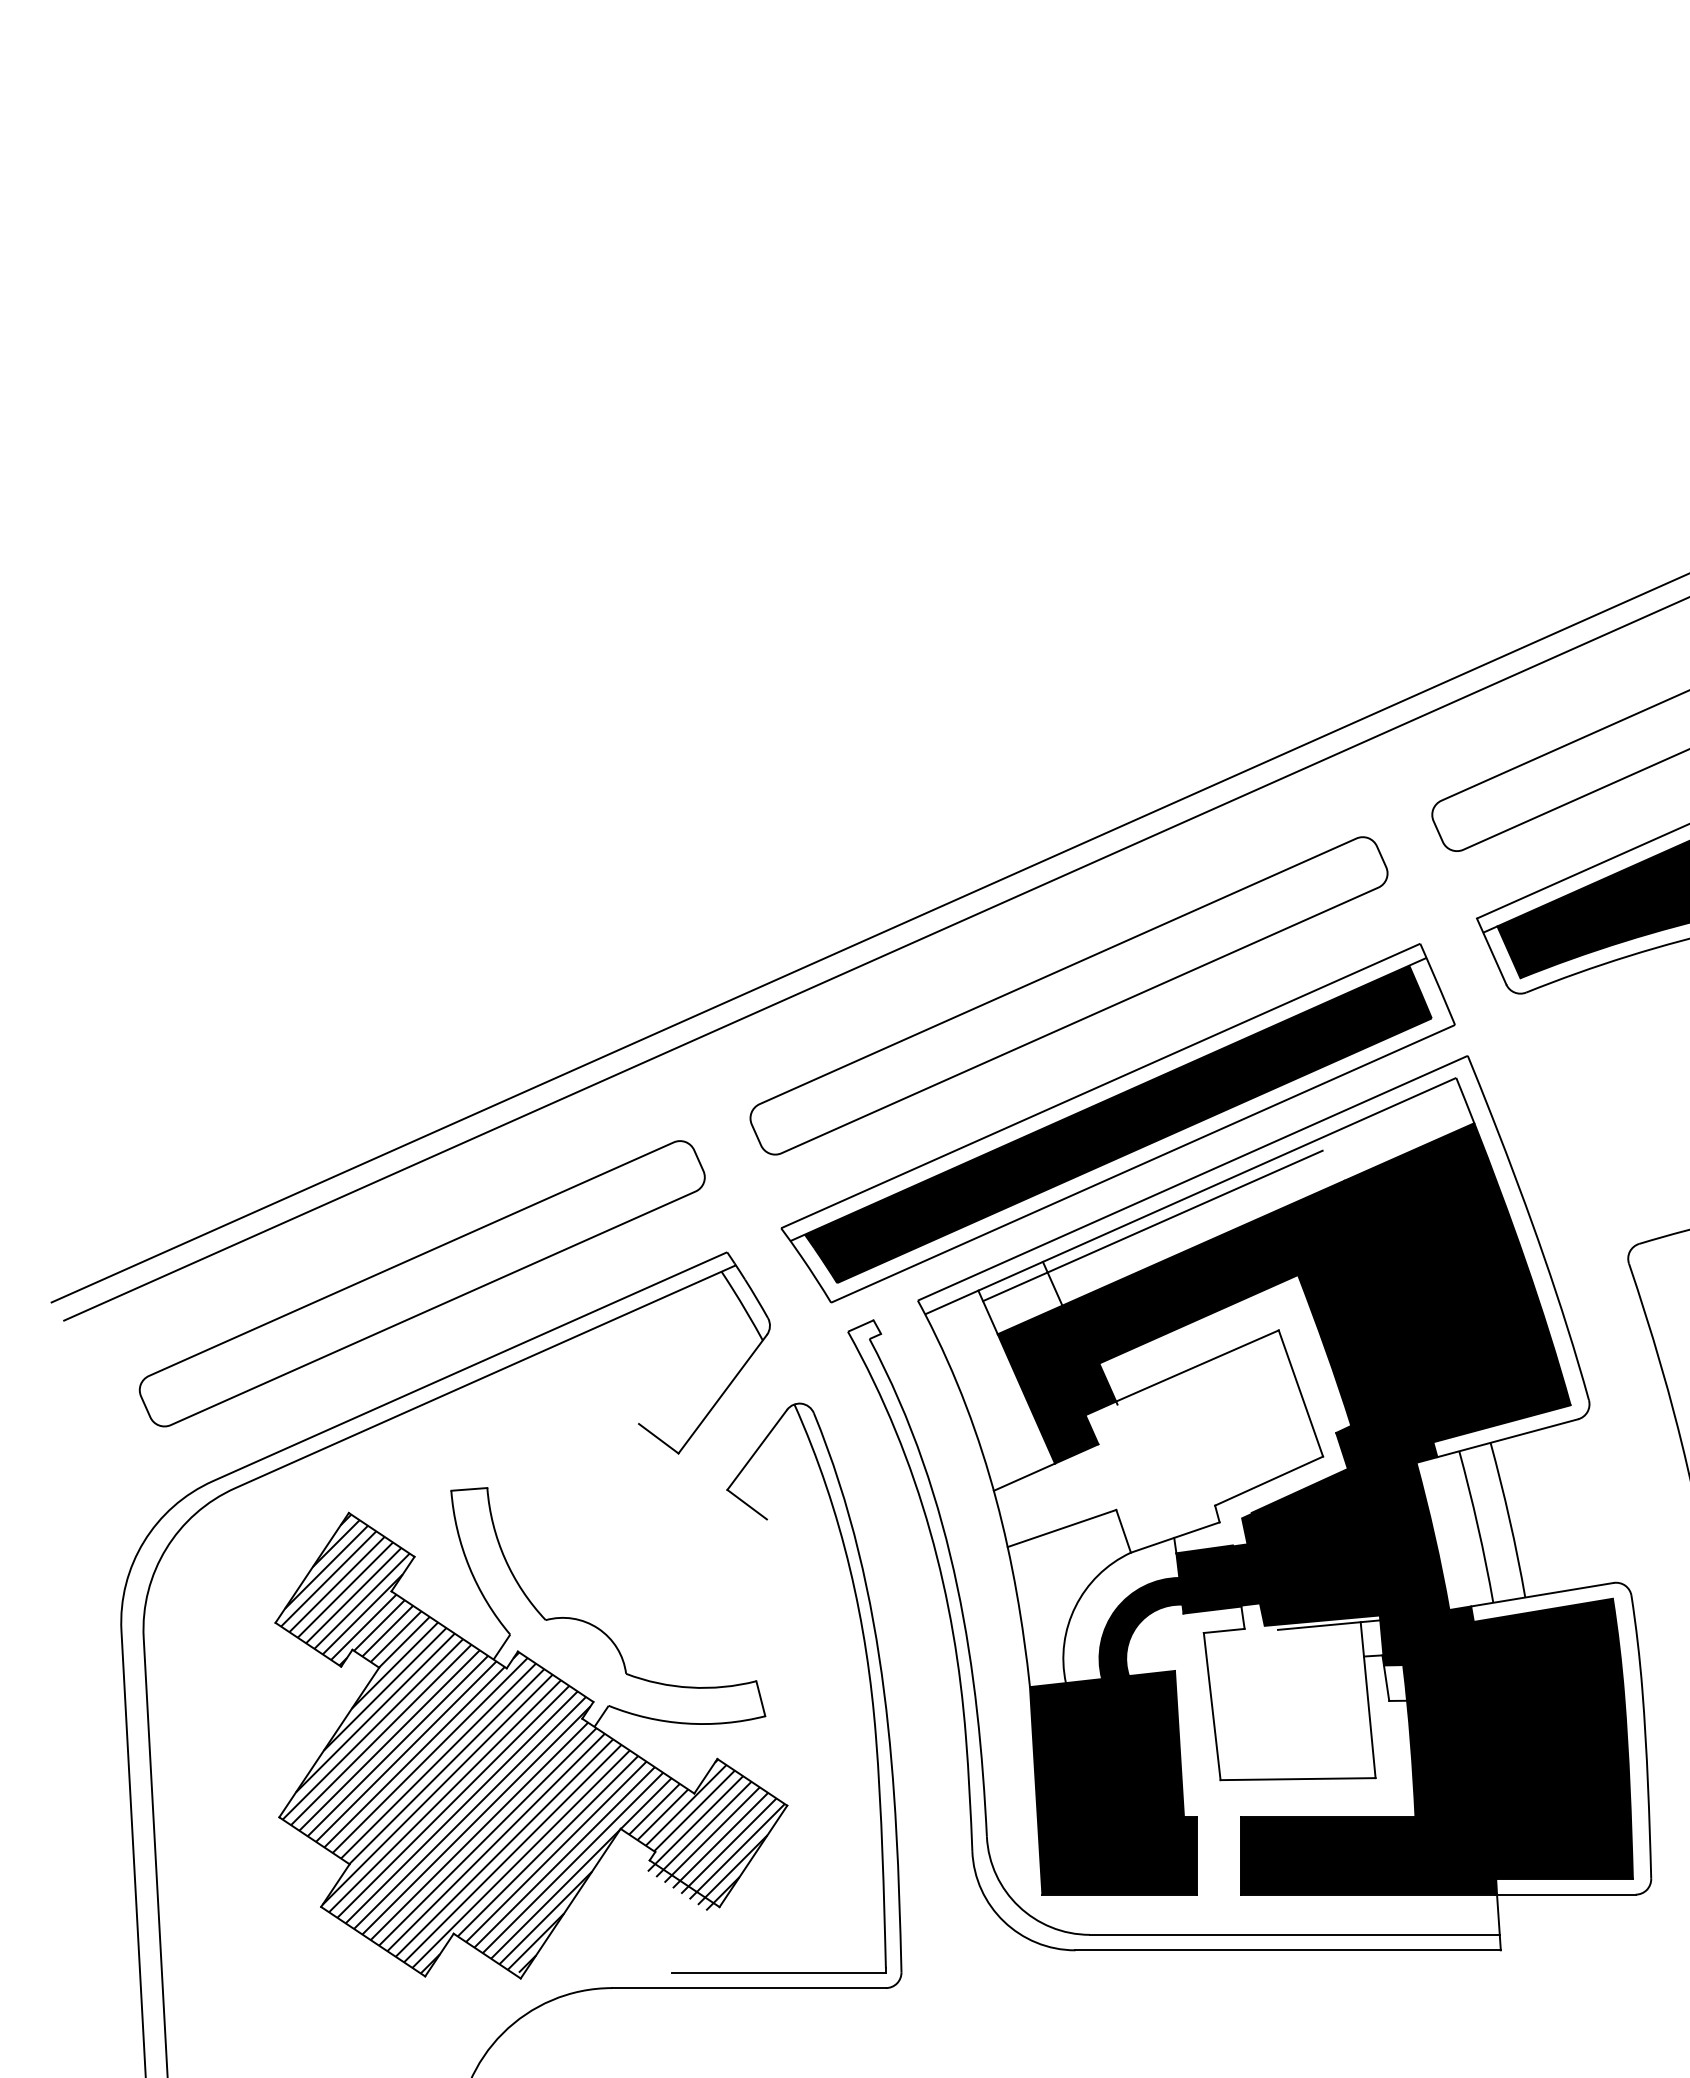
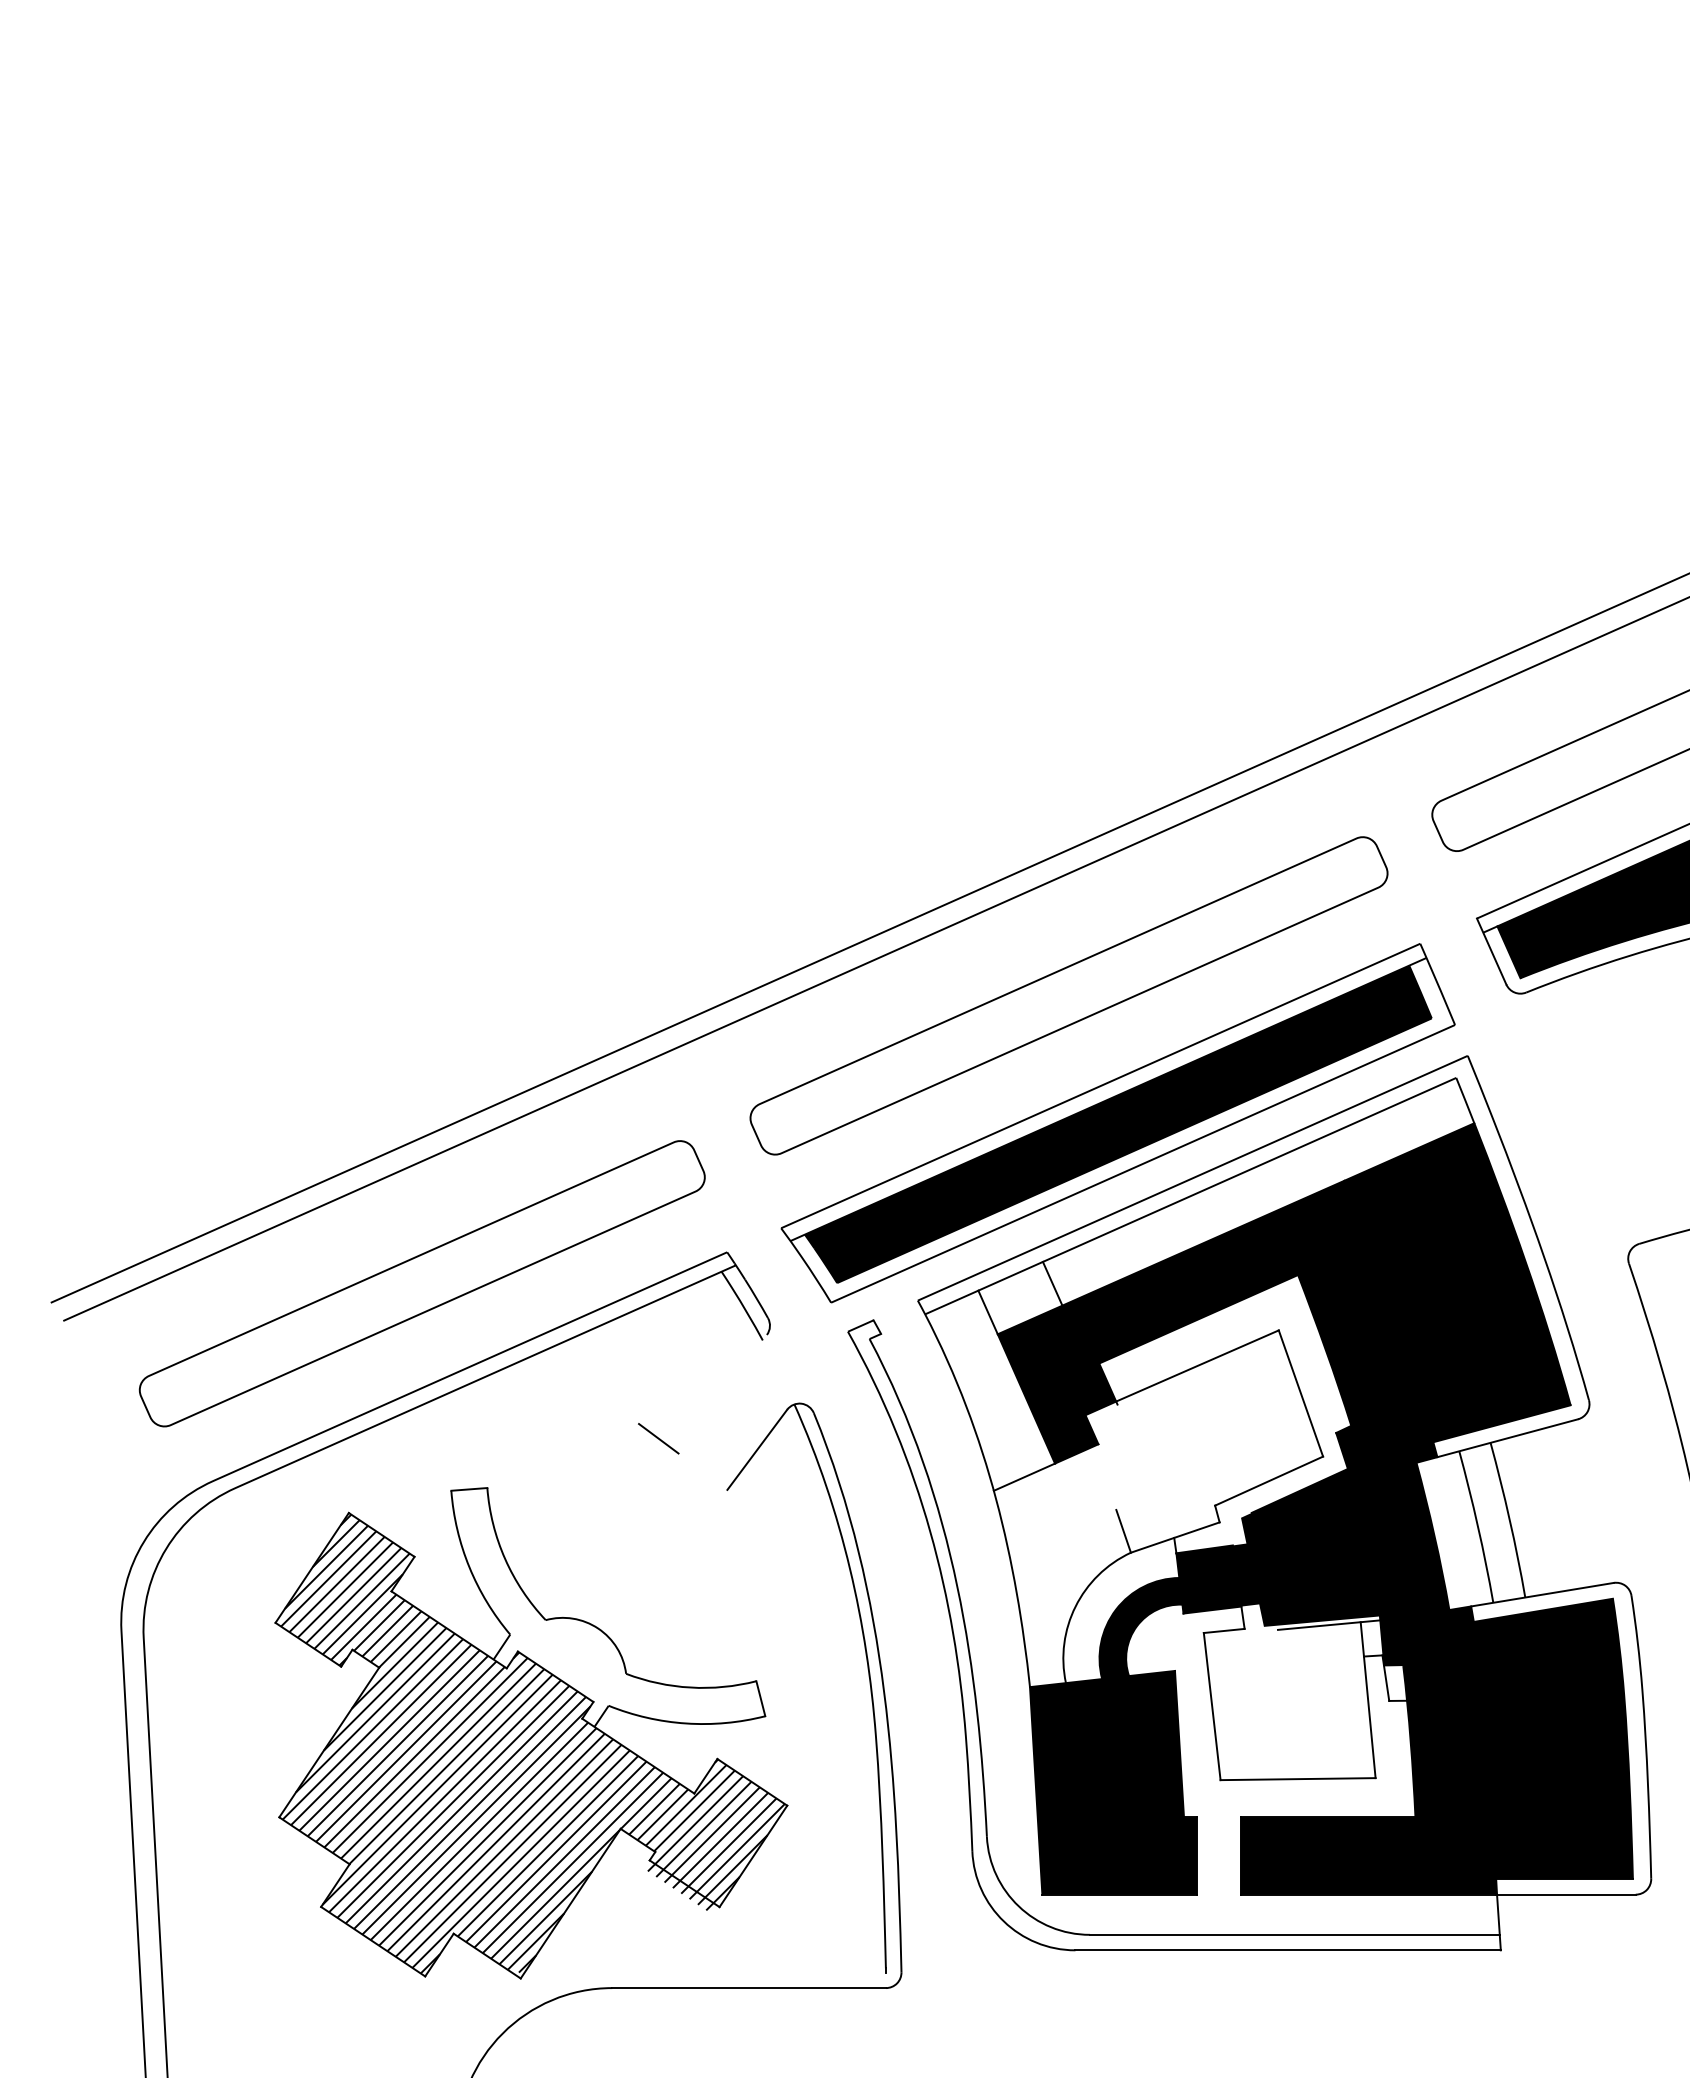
line at (1152, 1225): present -> none
line at (722, 1393): present -> none
line at (746, 1504): present -> none
line at (1061, 1528): present -> none
line at (778, 1972): present -> none
